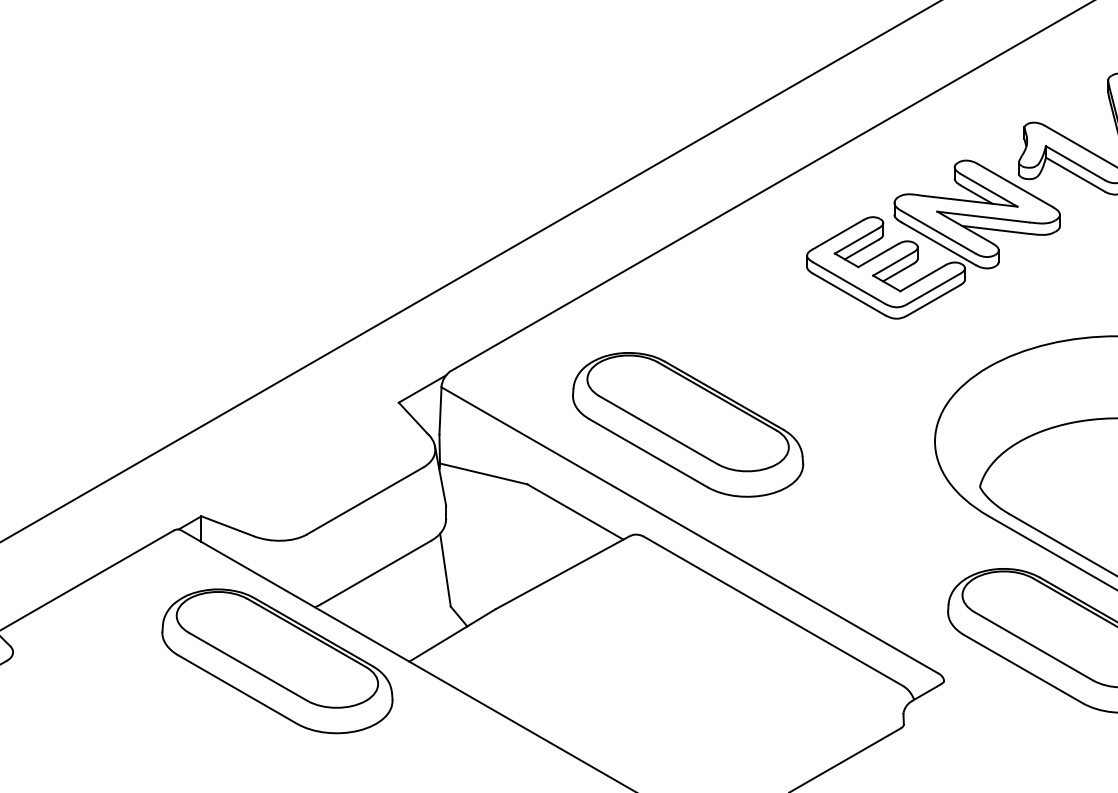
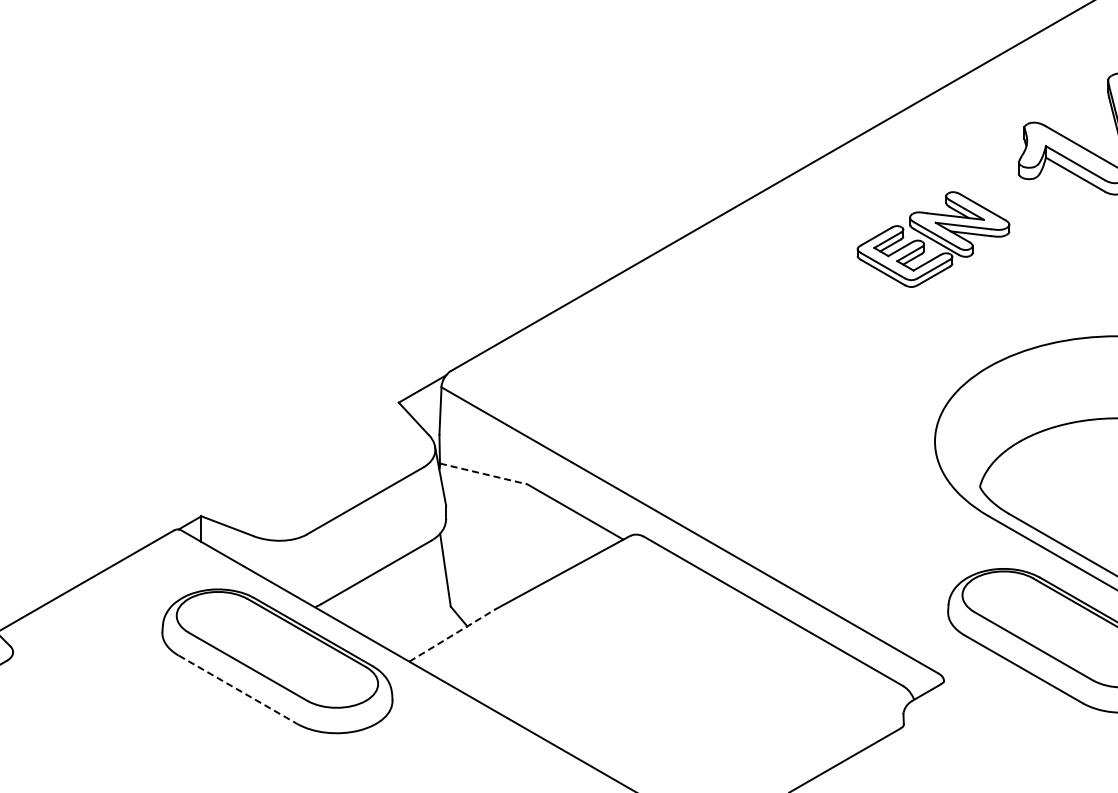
part at (933, 239) size: 255x161 px -> 155x97 px
line at (470, 271): present -> none
part at (688, 424): present -> none
line at (483, 473): solid -> dashed
line at (452, 635): solid -> dashed
line at (238, 690): solid -> dashed
